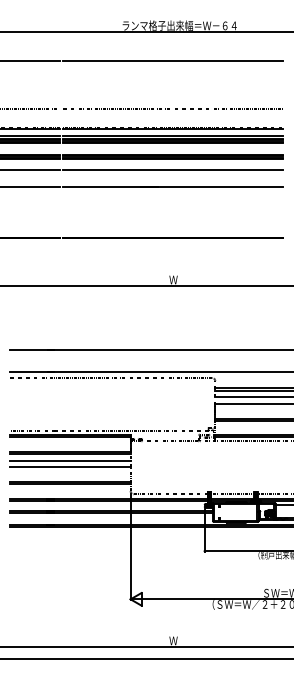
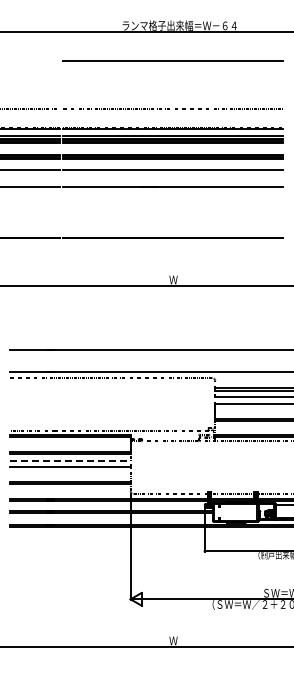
line at (31, 61): present -> none
line at (71, 461): solid -> dashed
line at (146, 658): present -> none
